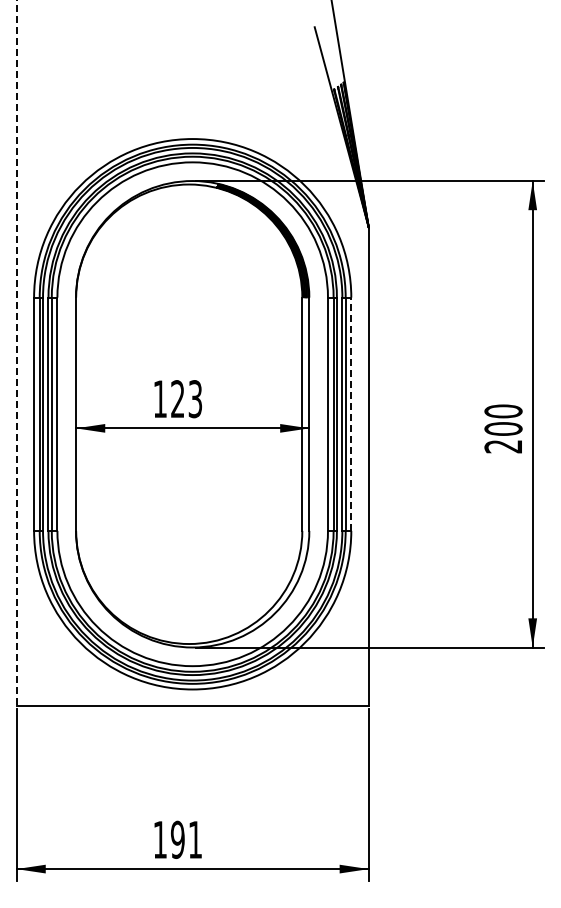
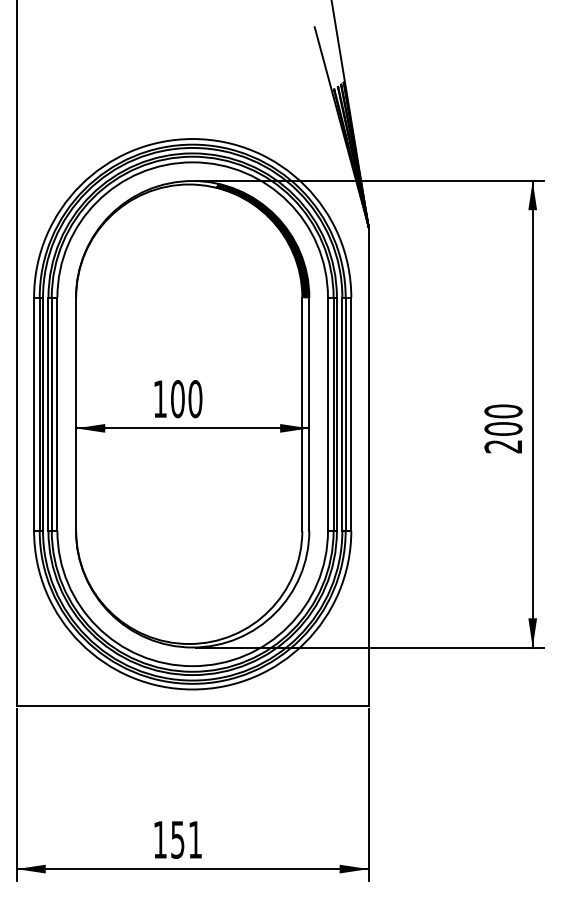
line at (16, 353): dashed -> solid
text at (186, 399): 123 -> 100
line at (351, 414): dashed -> solid
text at (177, 839): 191 -> 151
